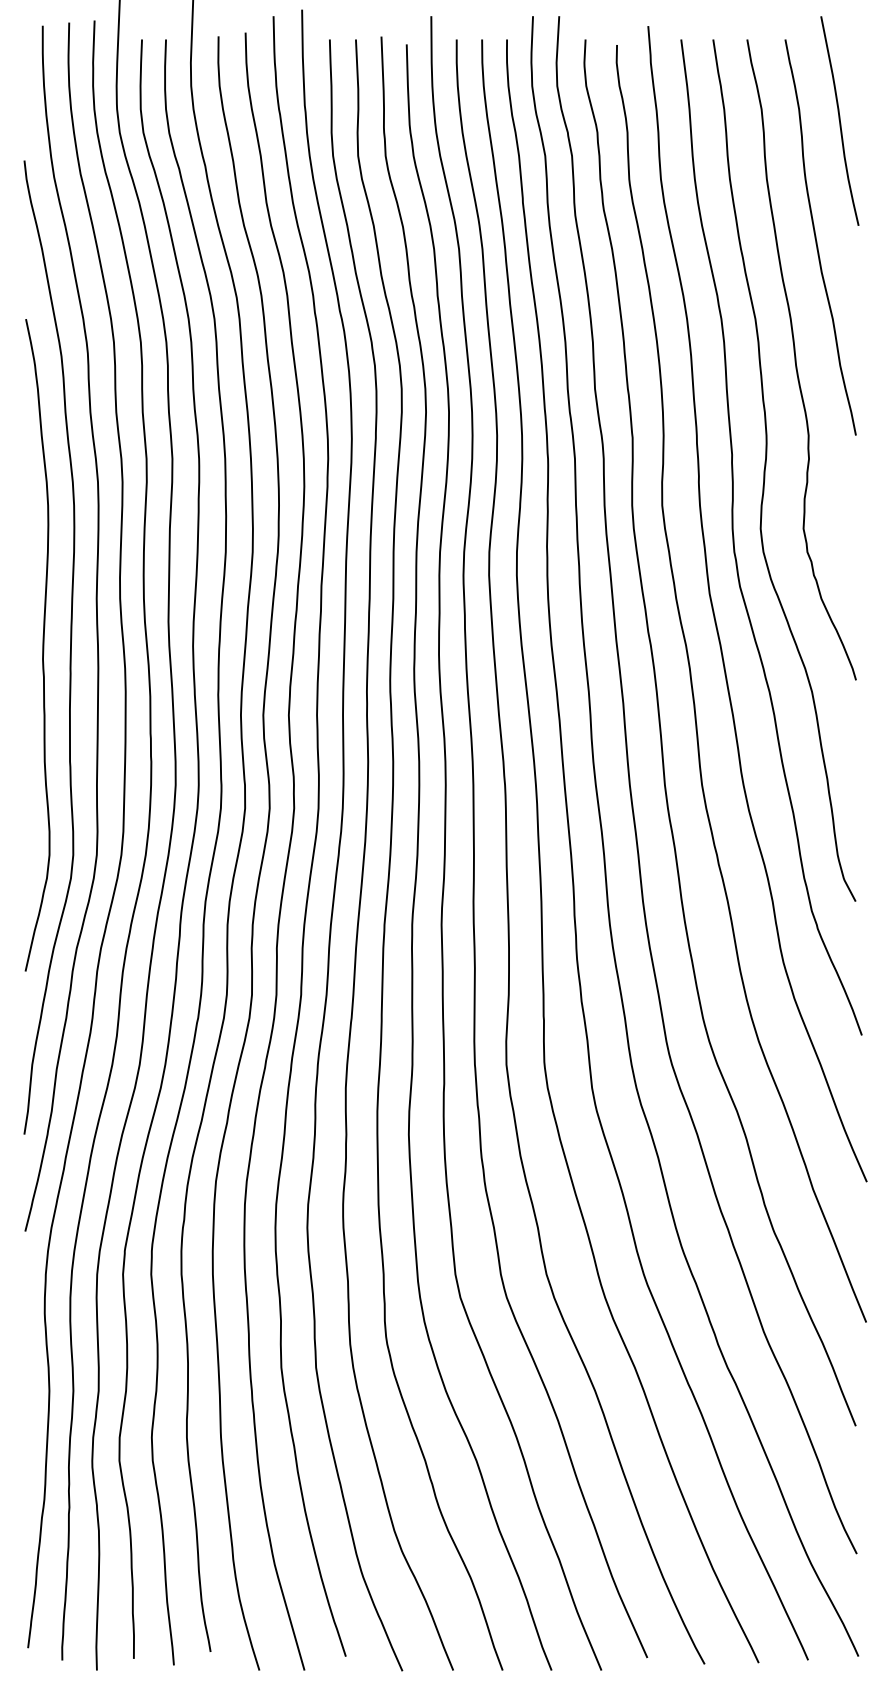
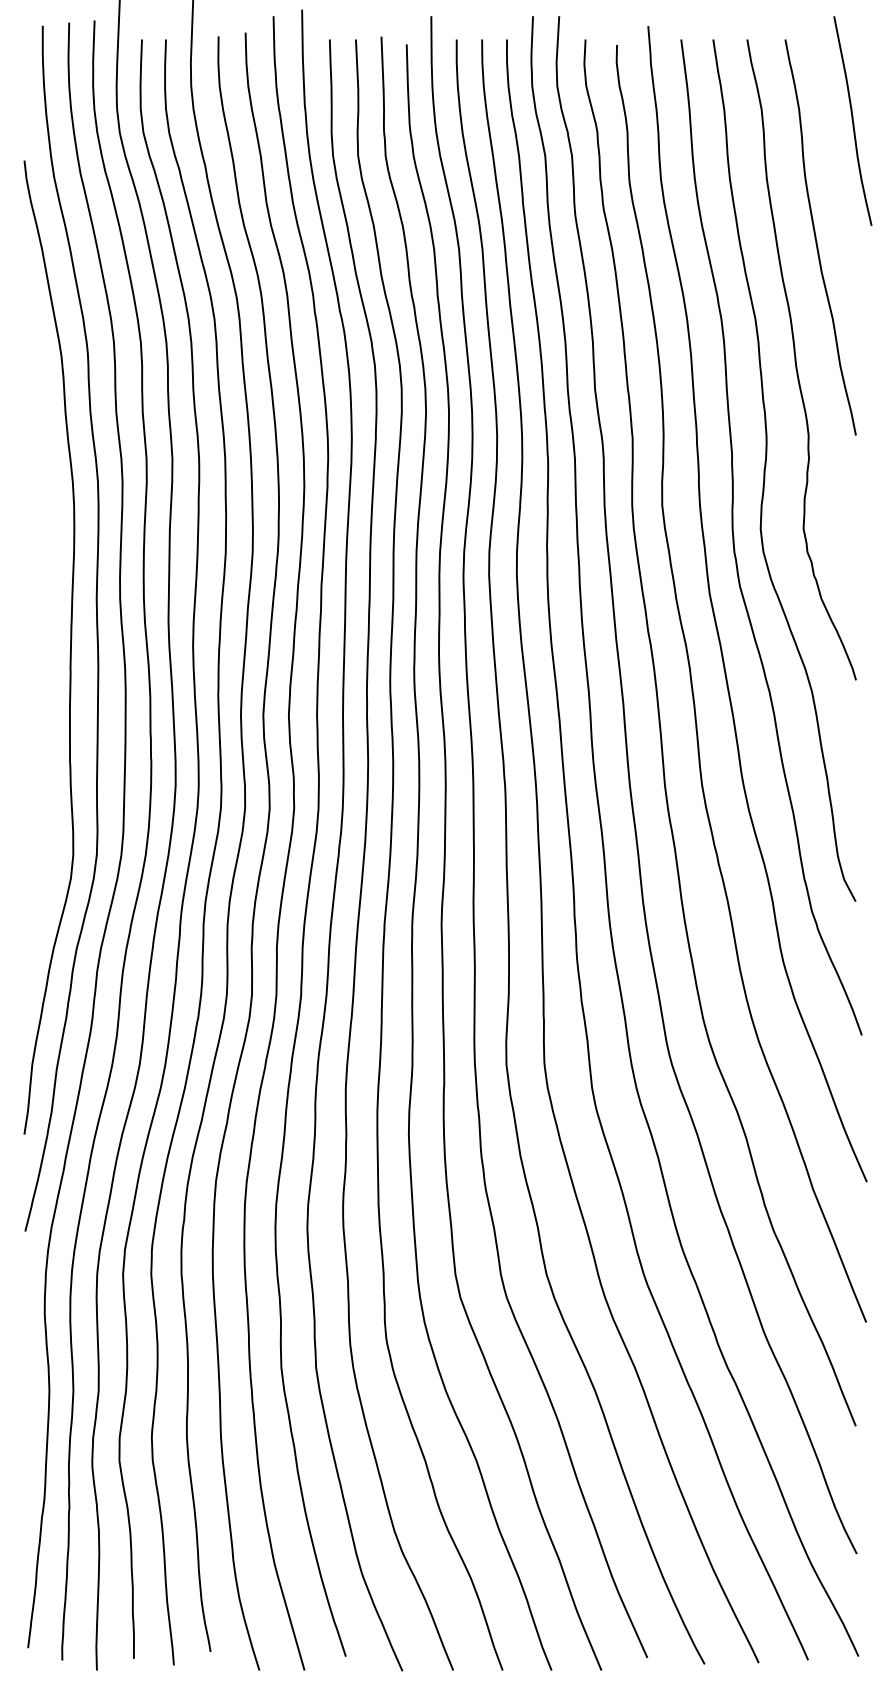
curve at (839, 120) position: (839, 120) -> (852, 120)
curve at (42, 645): present -> none
